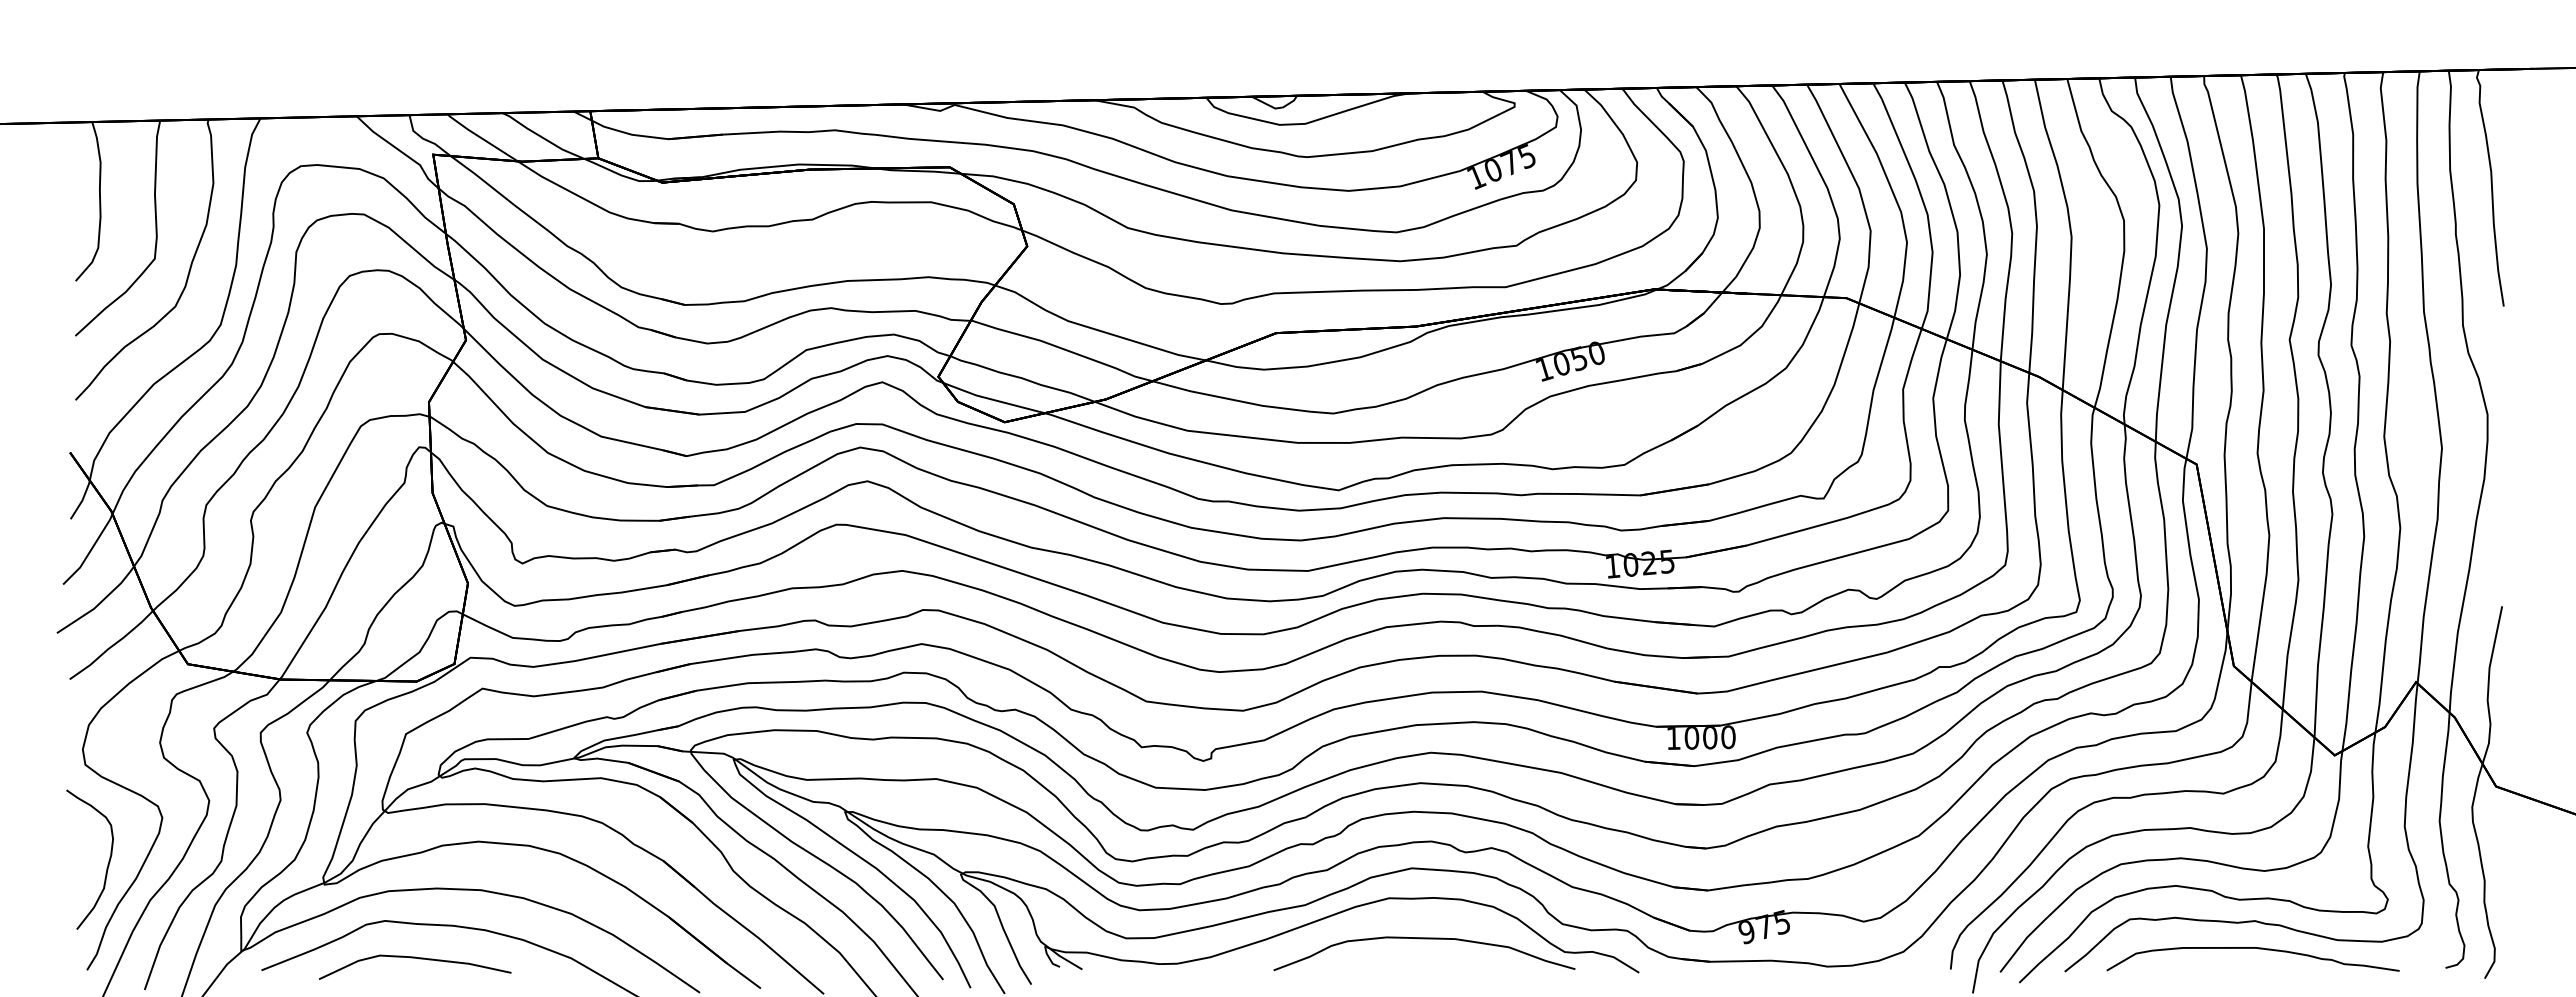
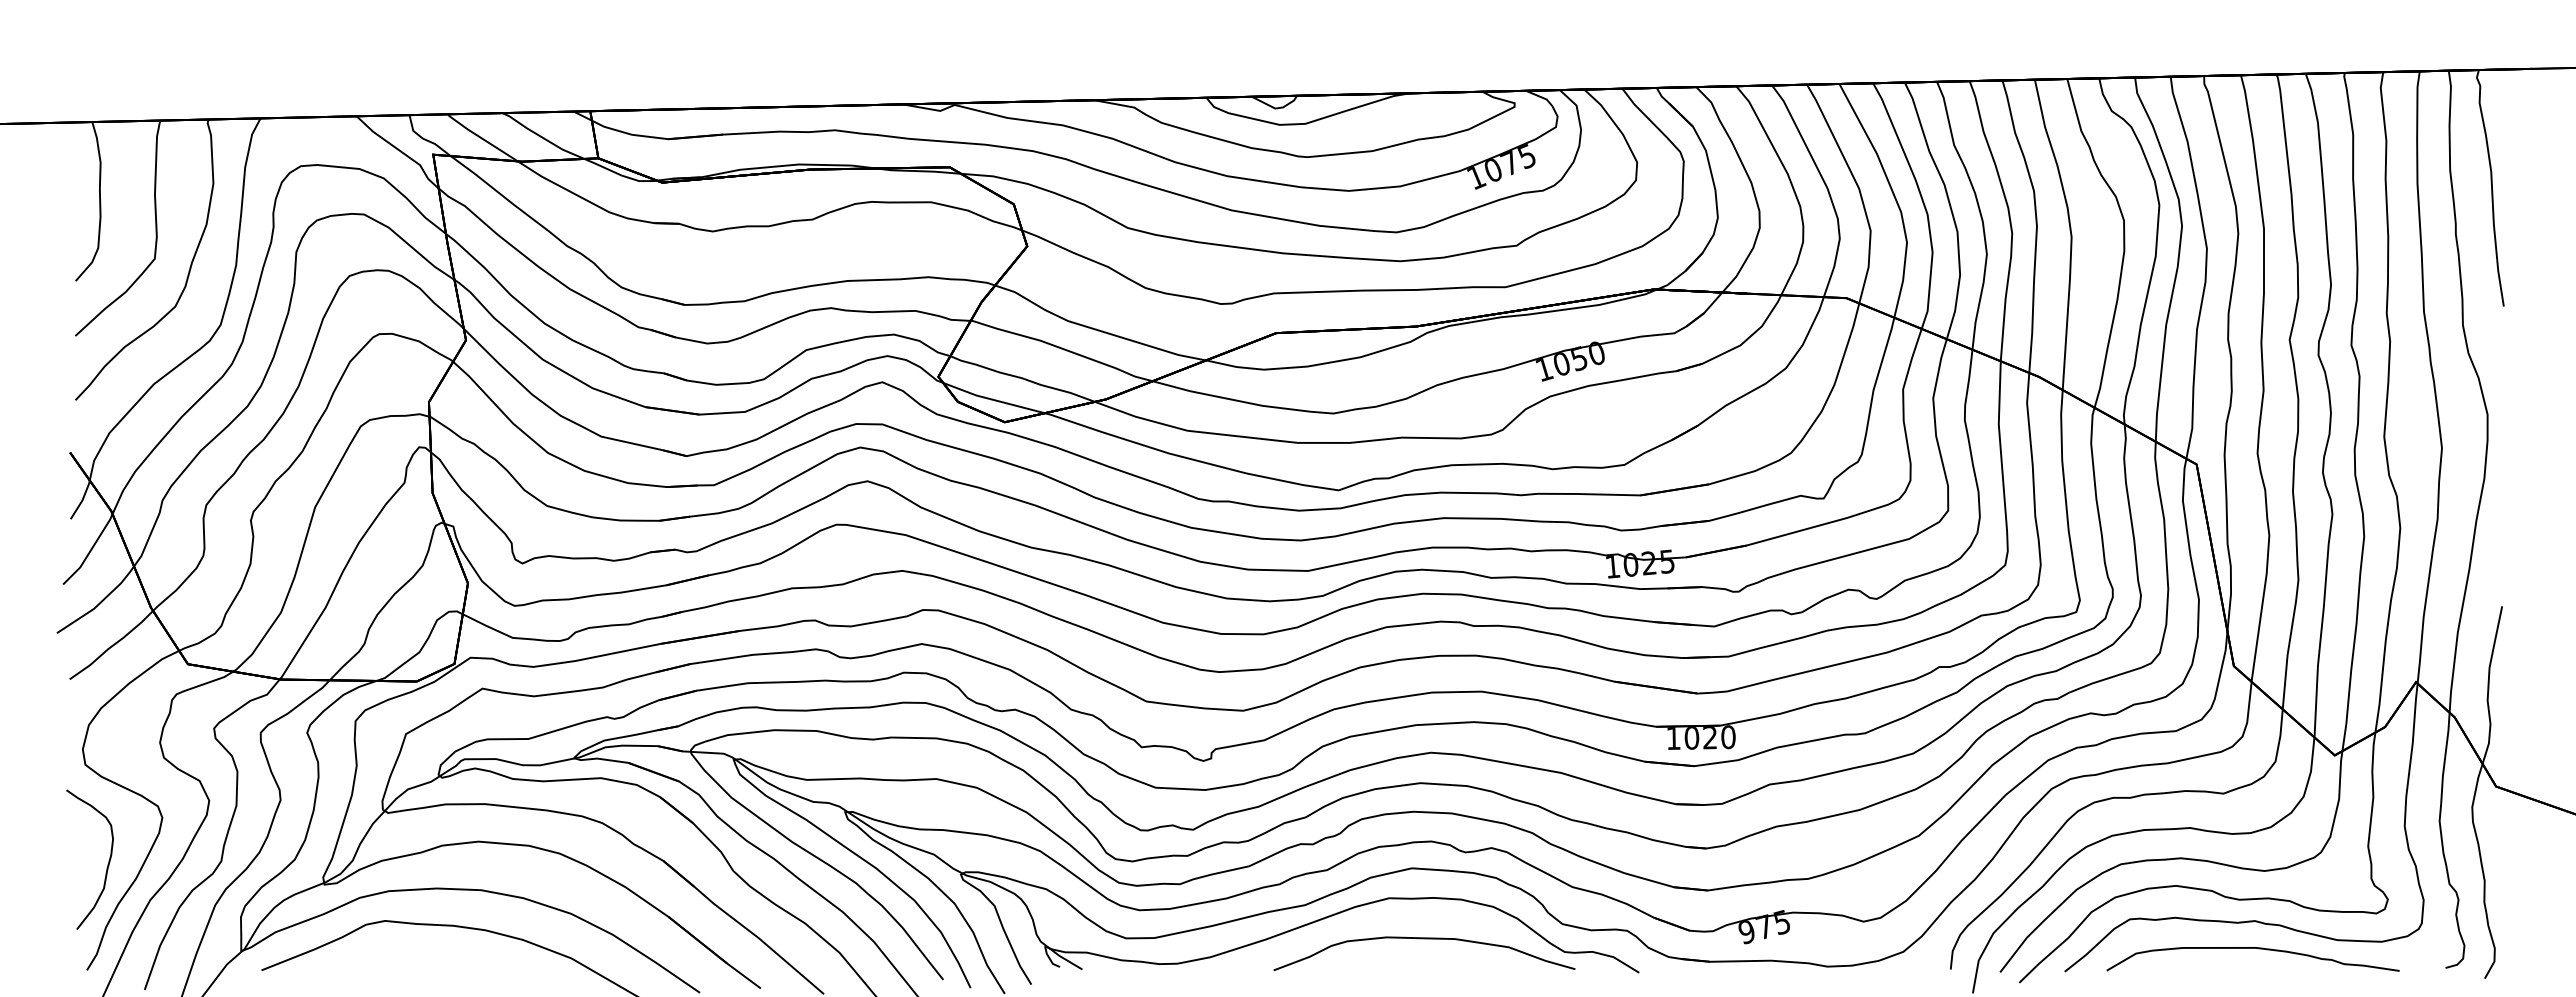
text at (1710, 738): 1000 -> 1020
curve at (415, 958): present -> none
